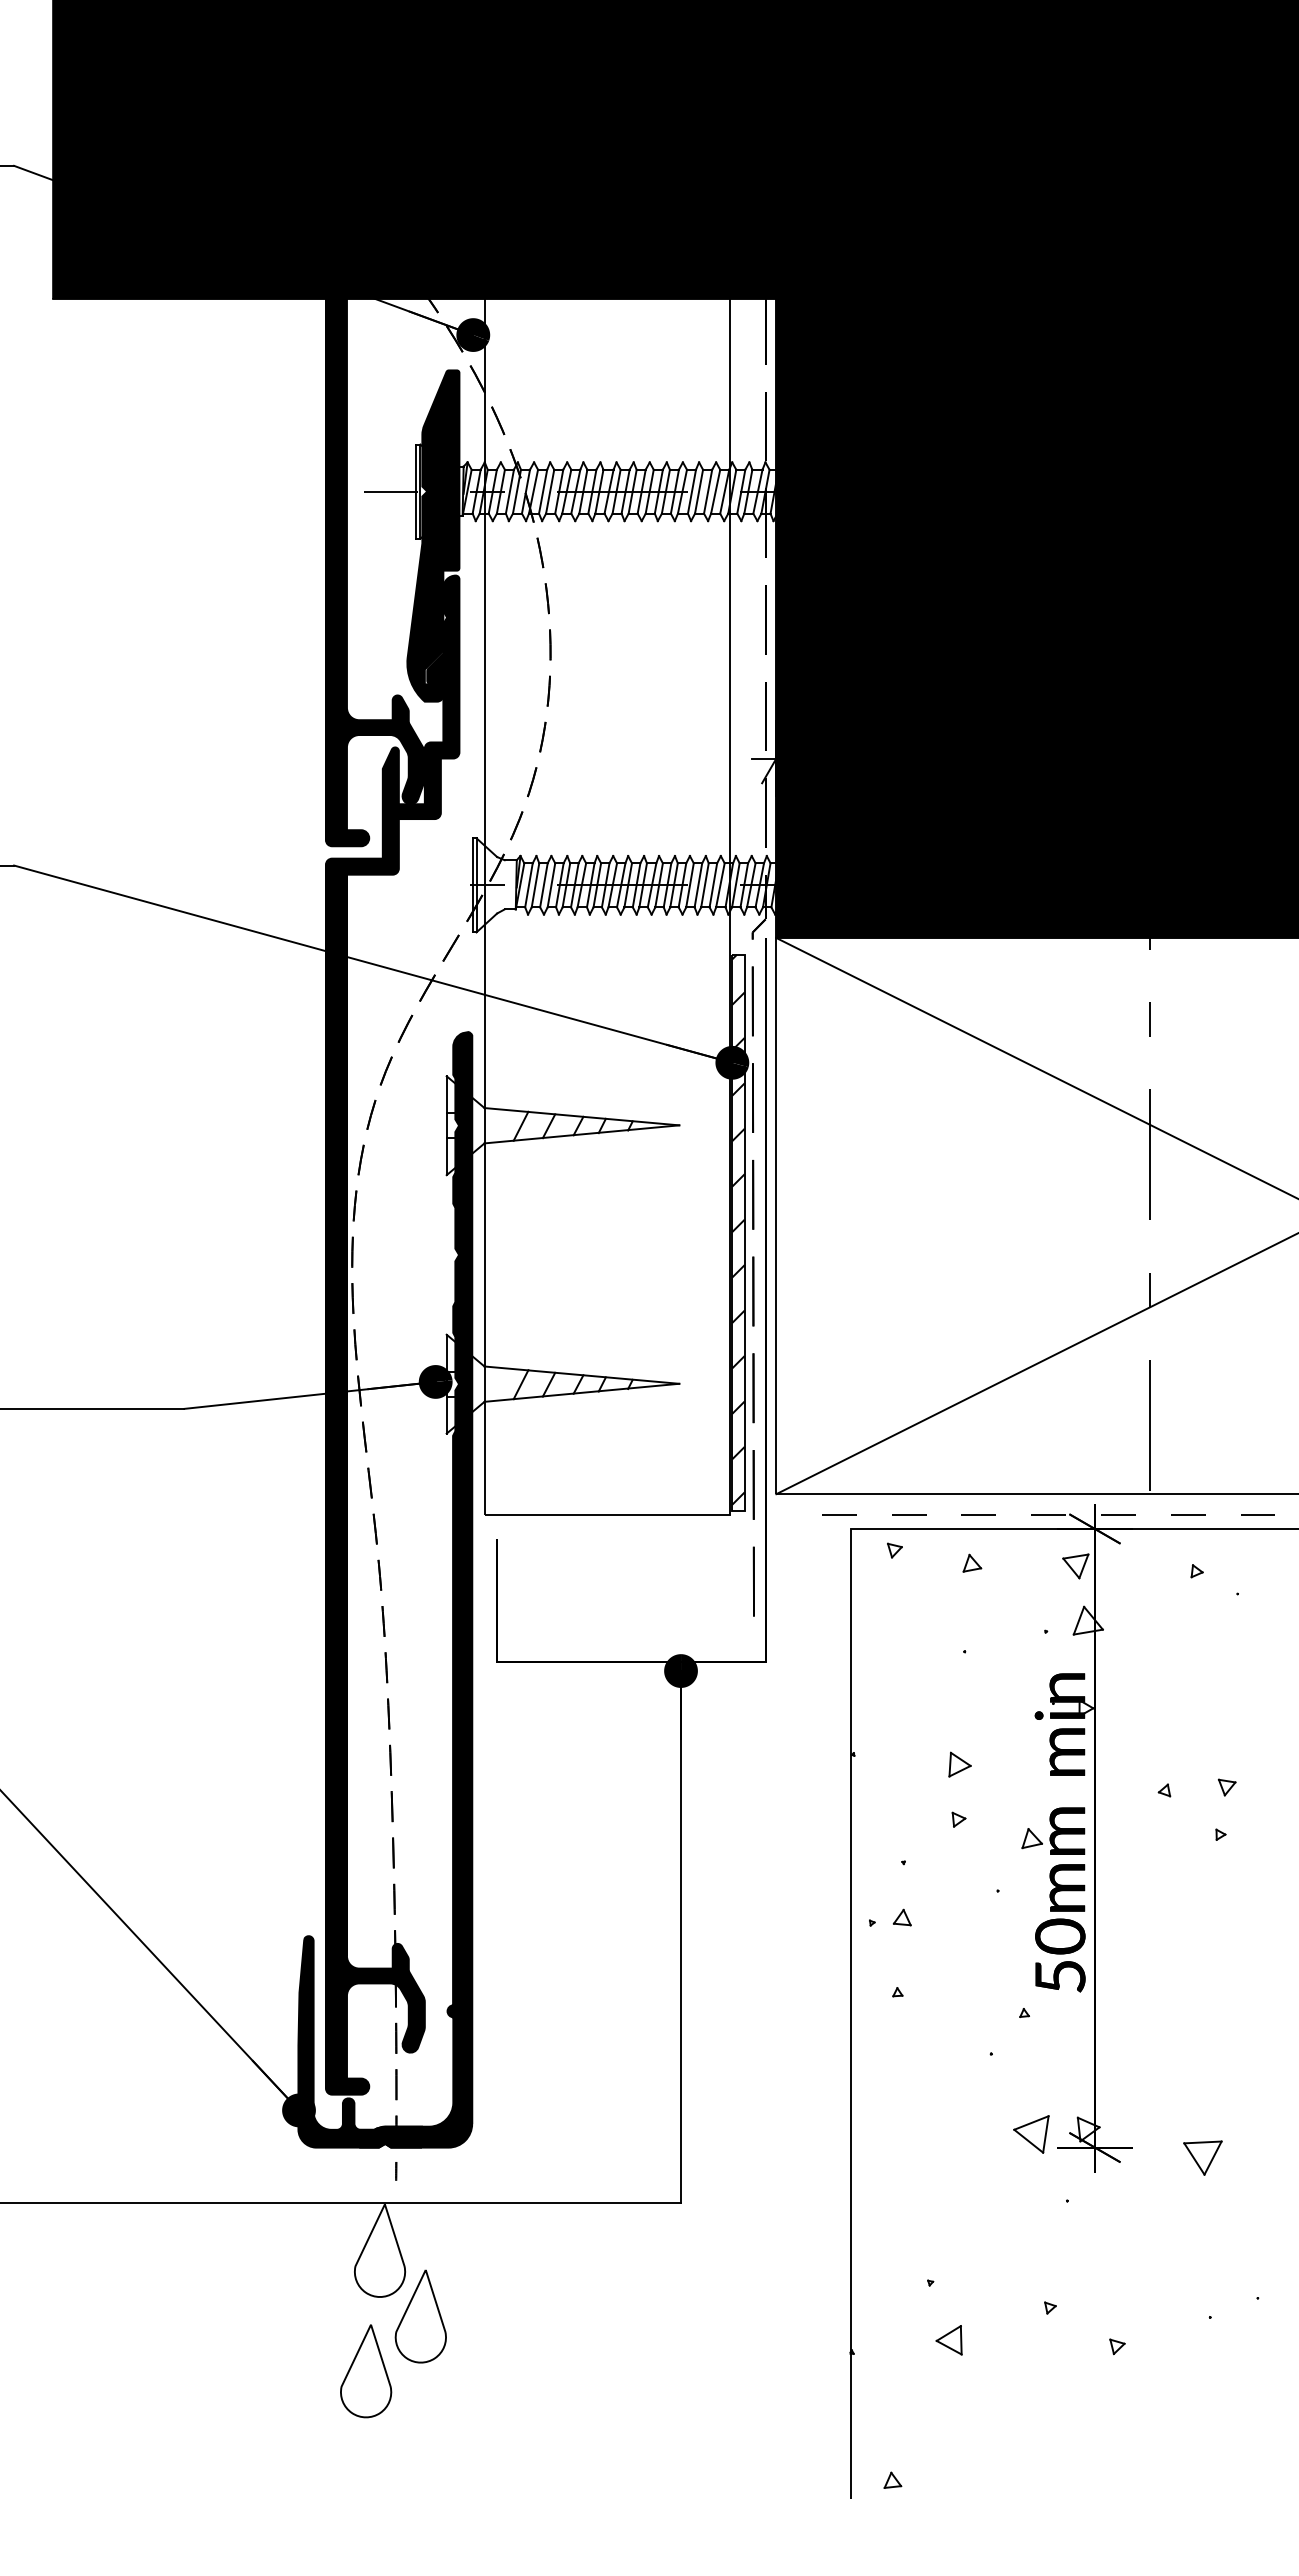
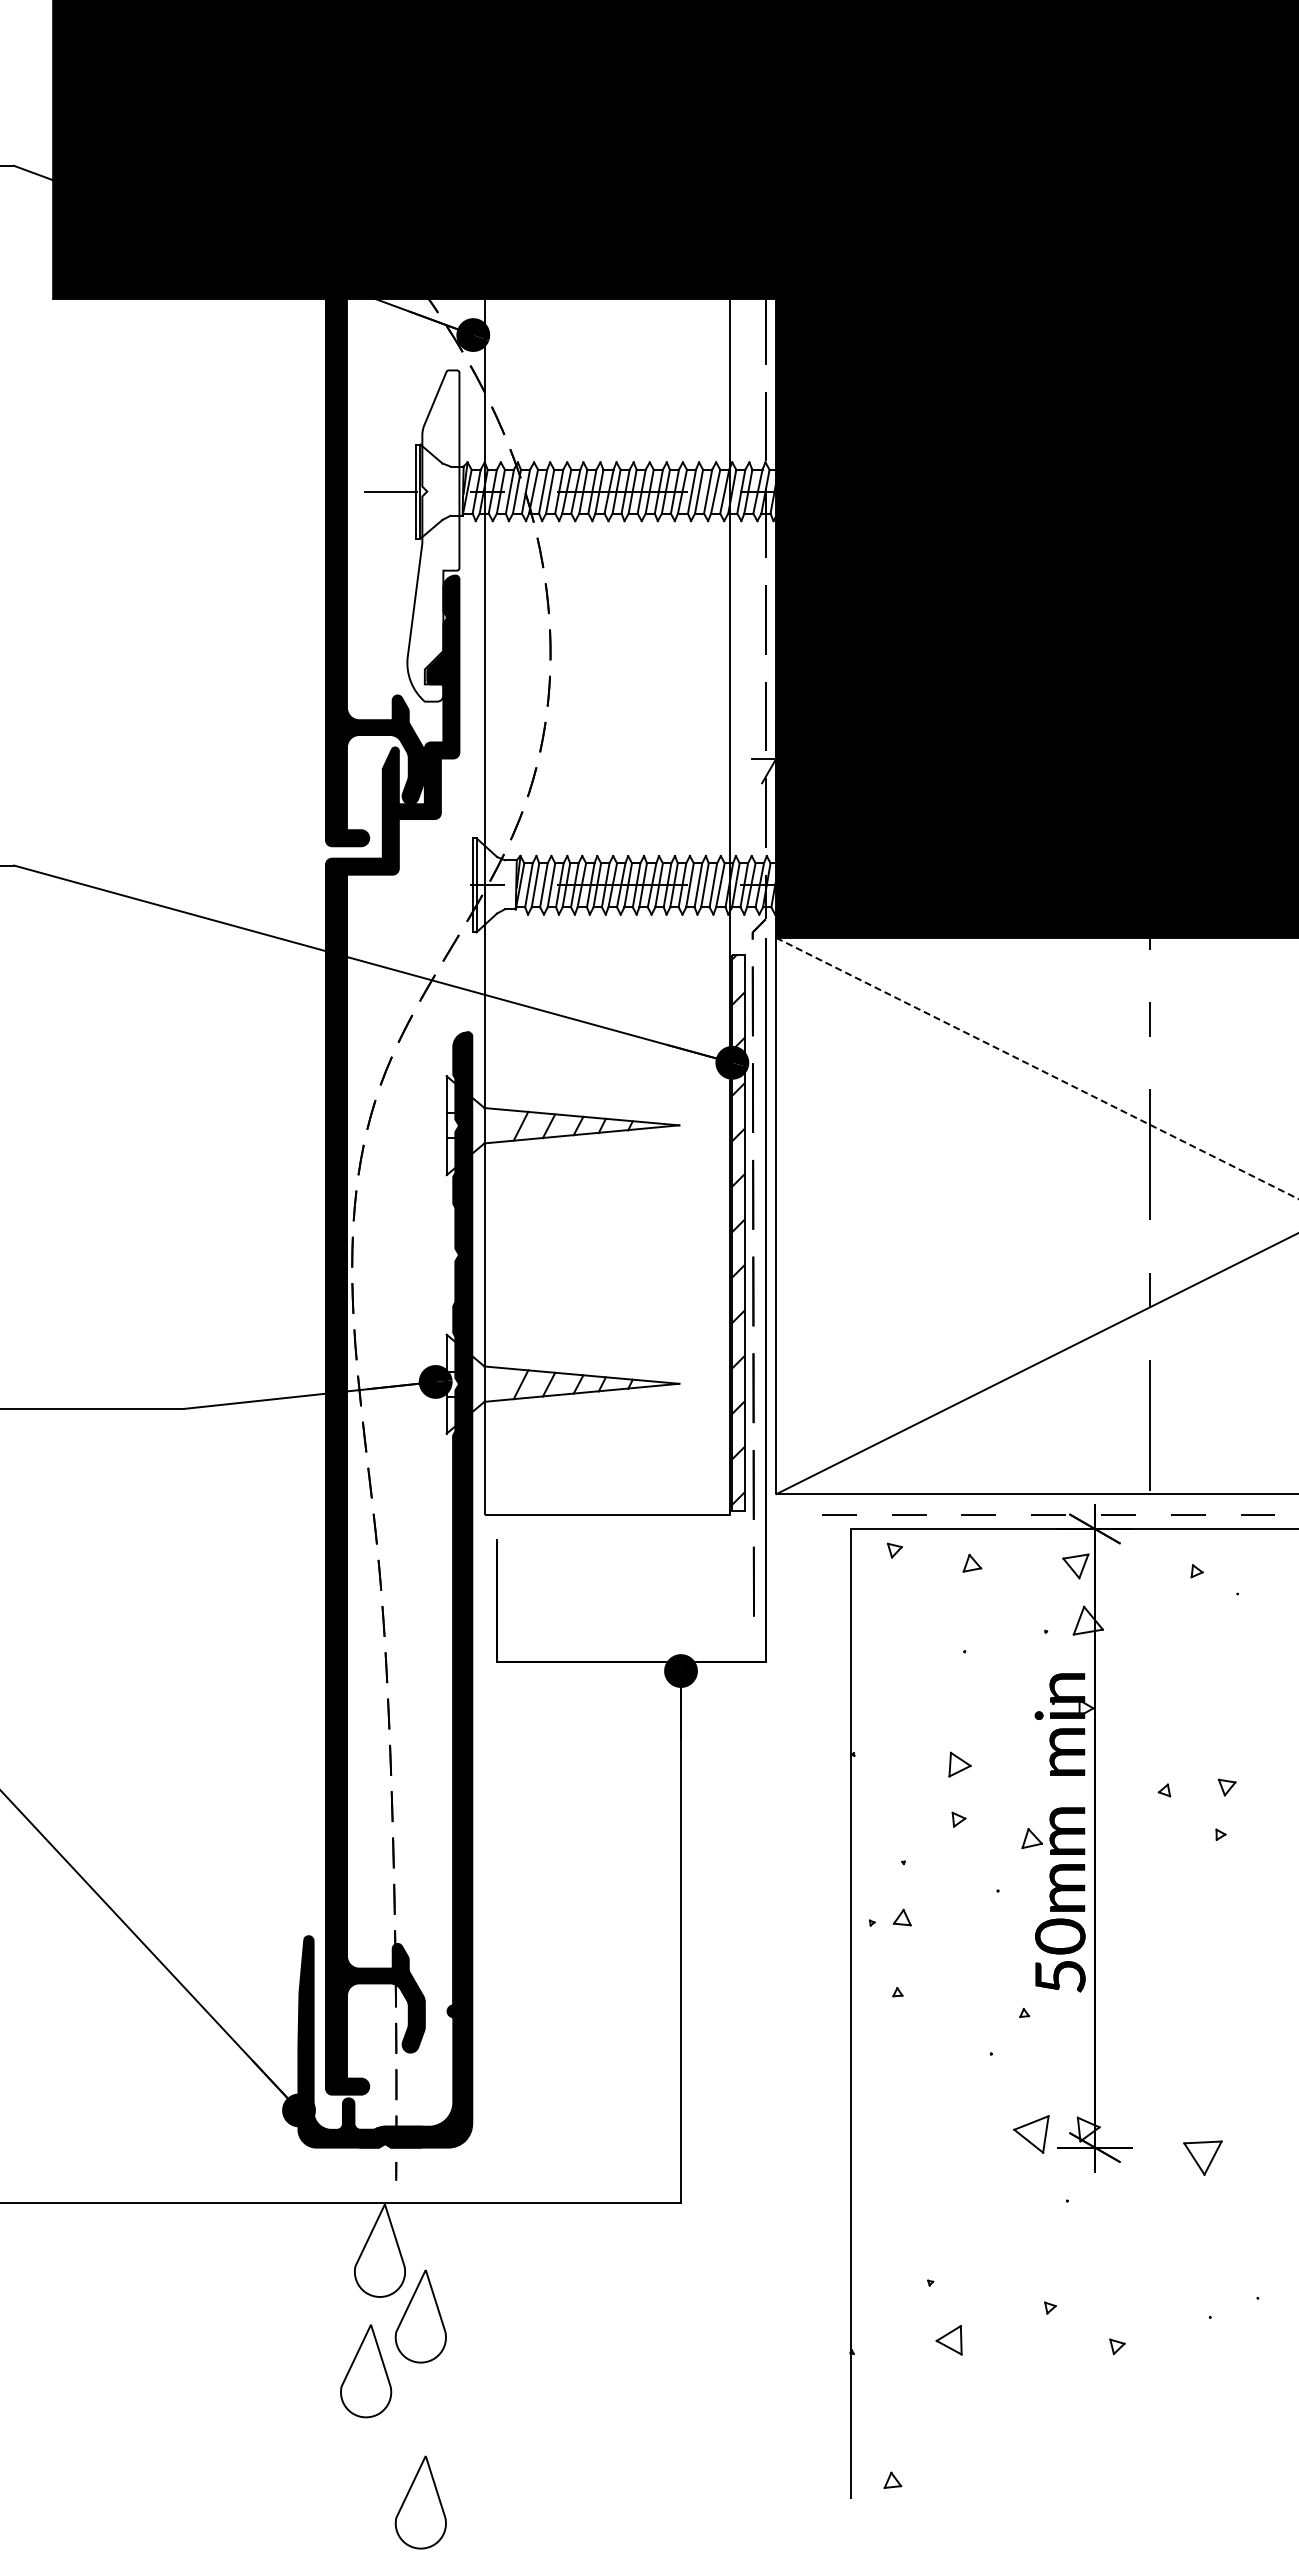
fill at (433, 535): present -> none
line at (1037, 1068): solid -> dashed
part at (420, 2502): none -> present
